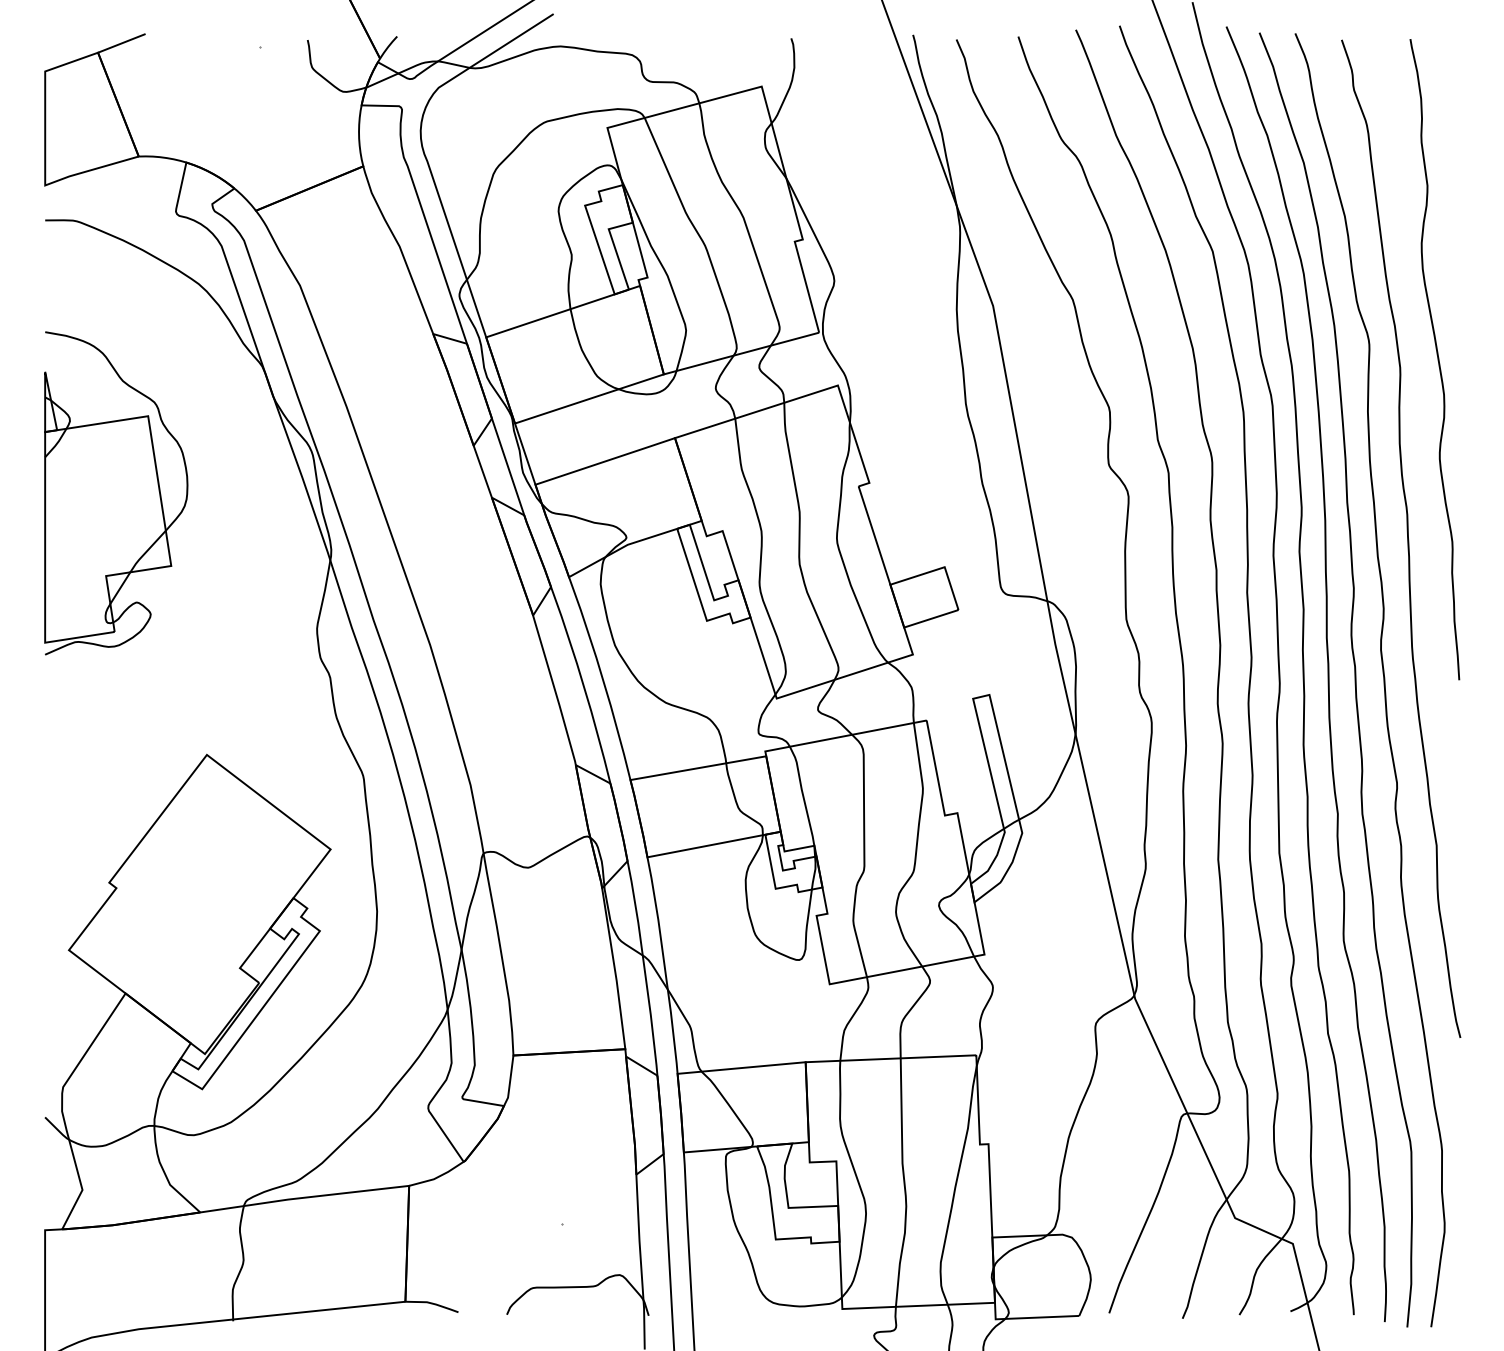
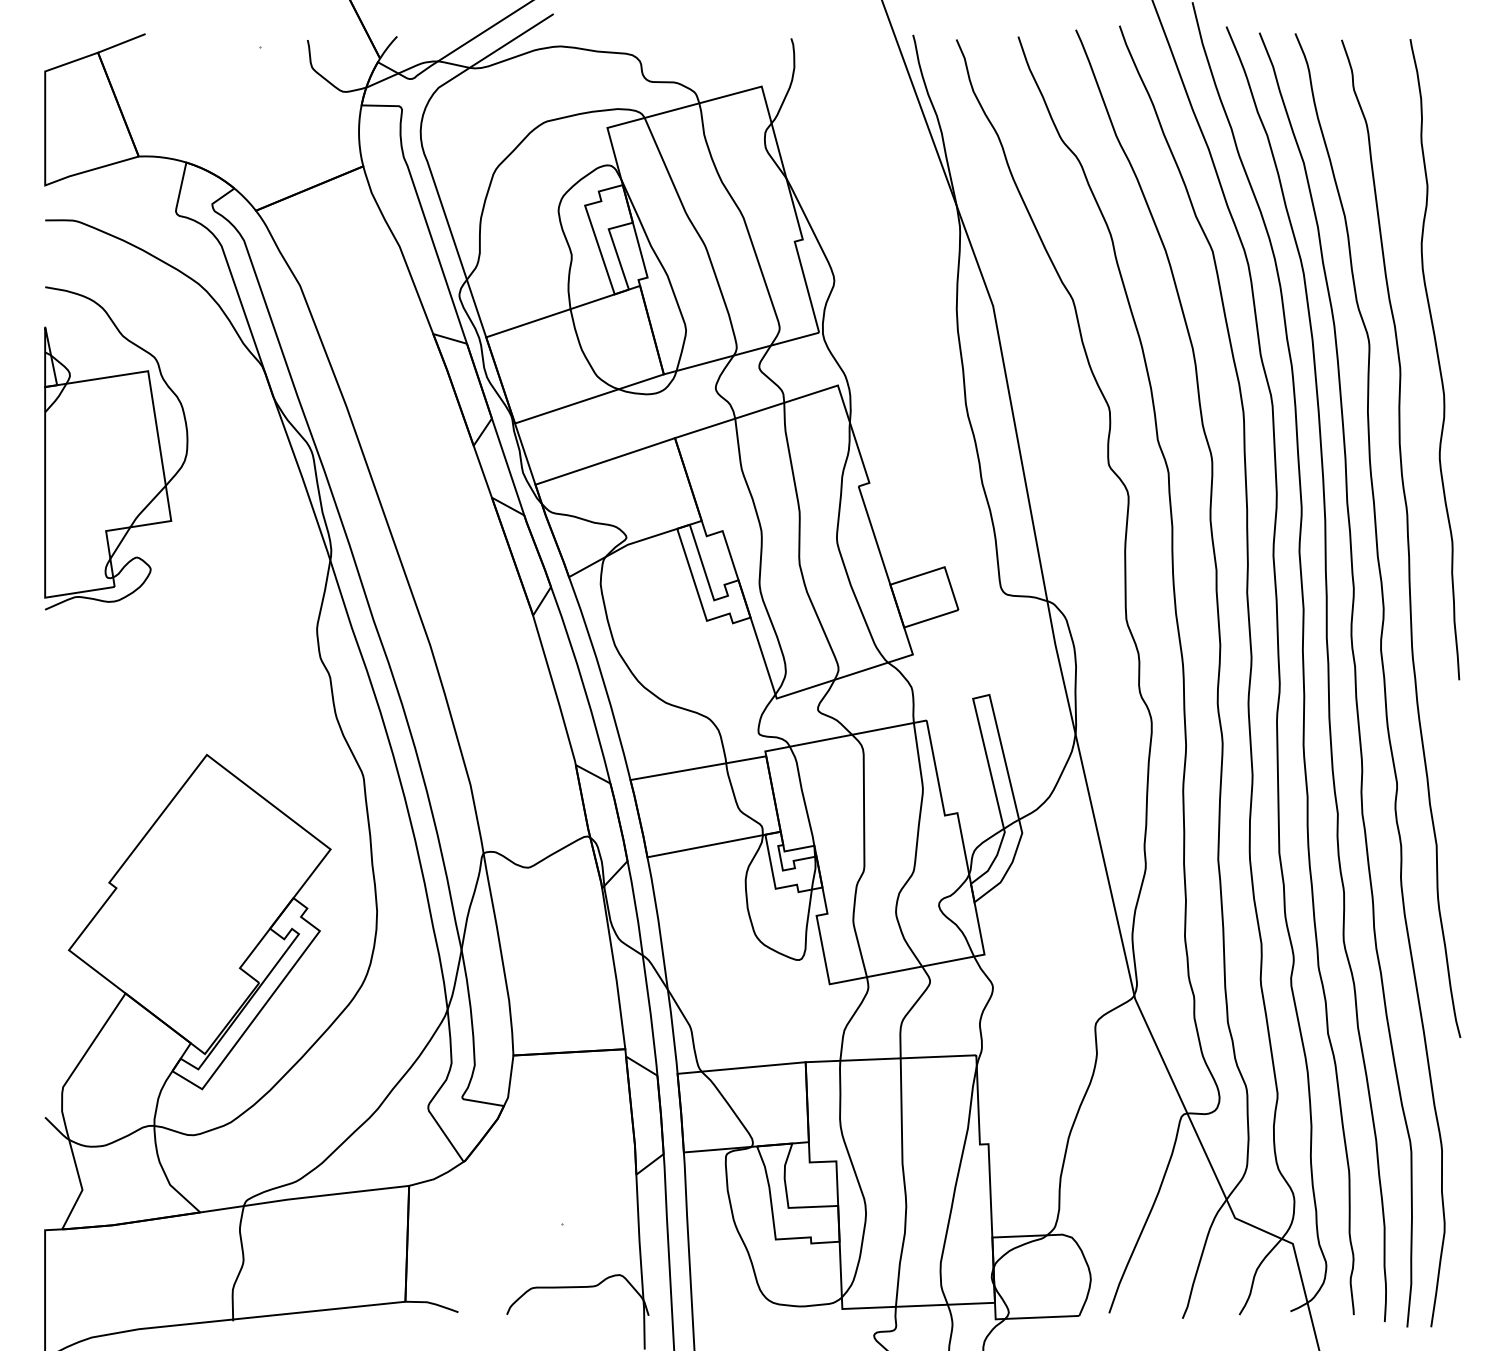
part at (116, 493) position: (116, 493) -> (116, 448)
